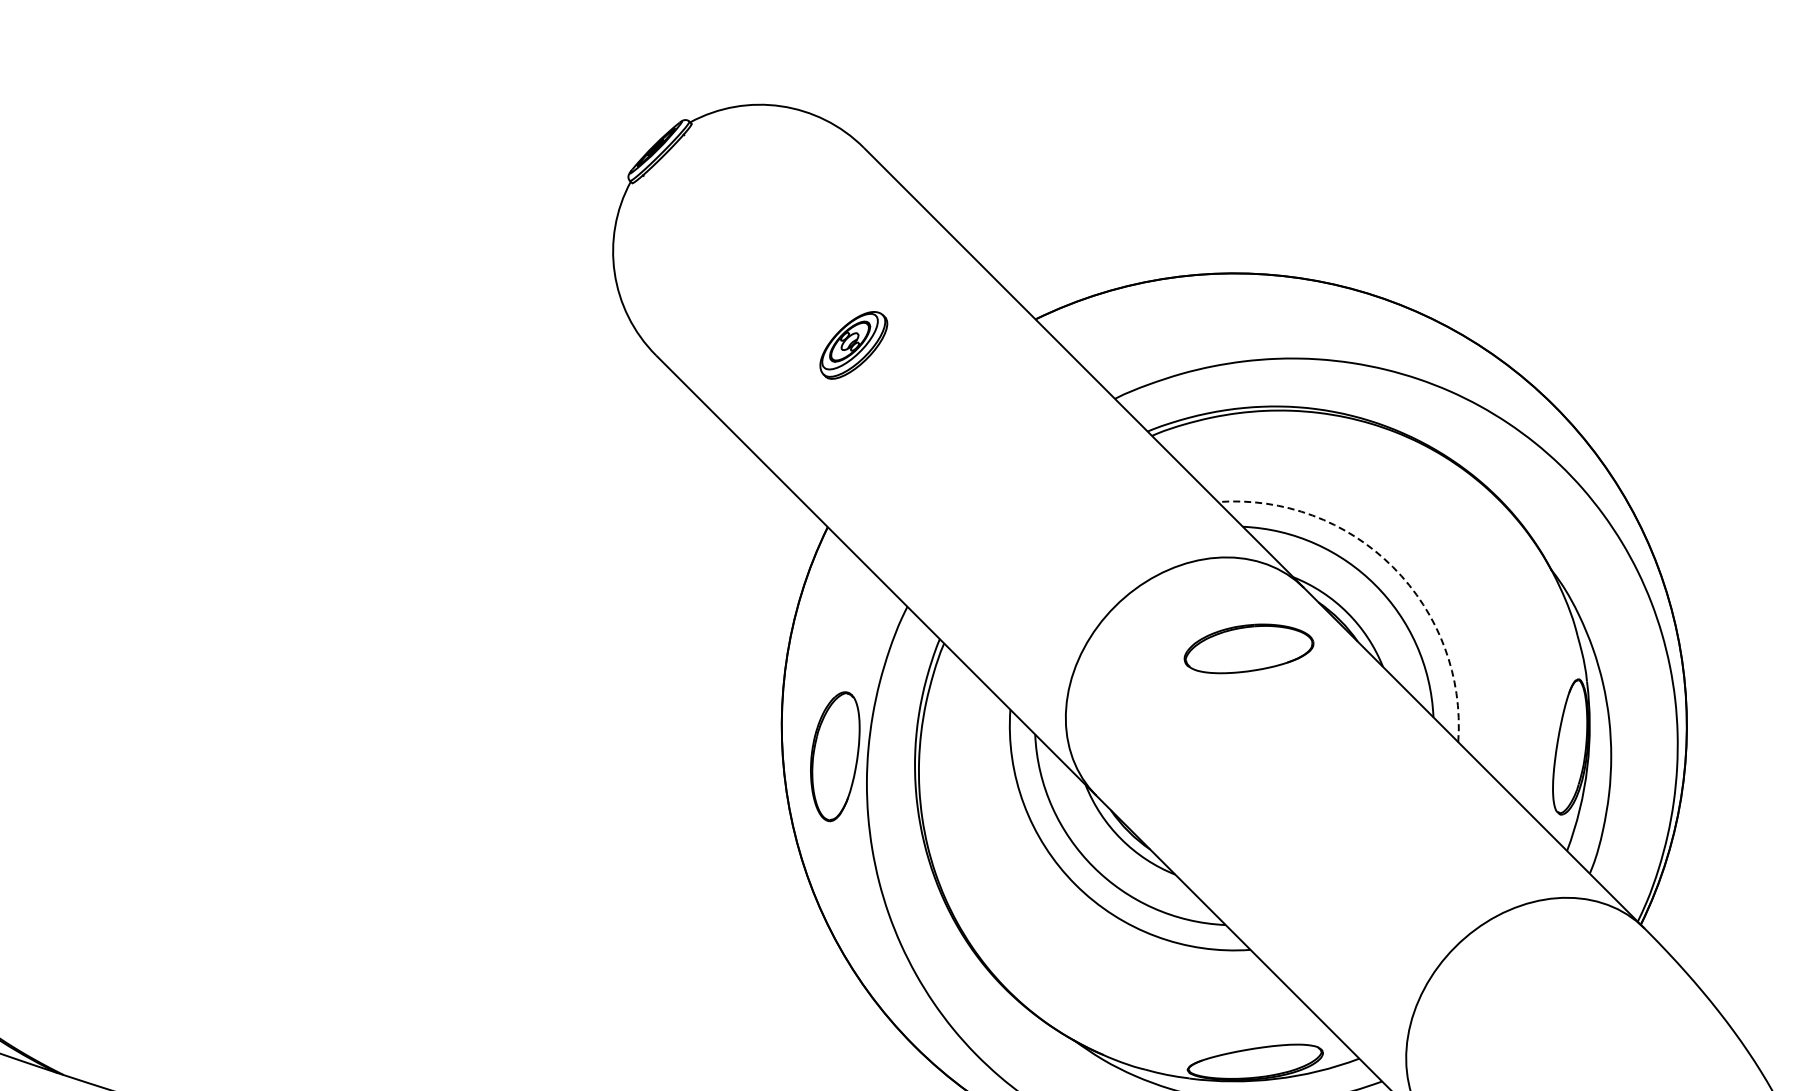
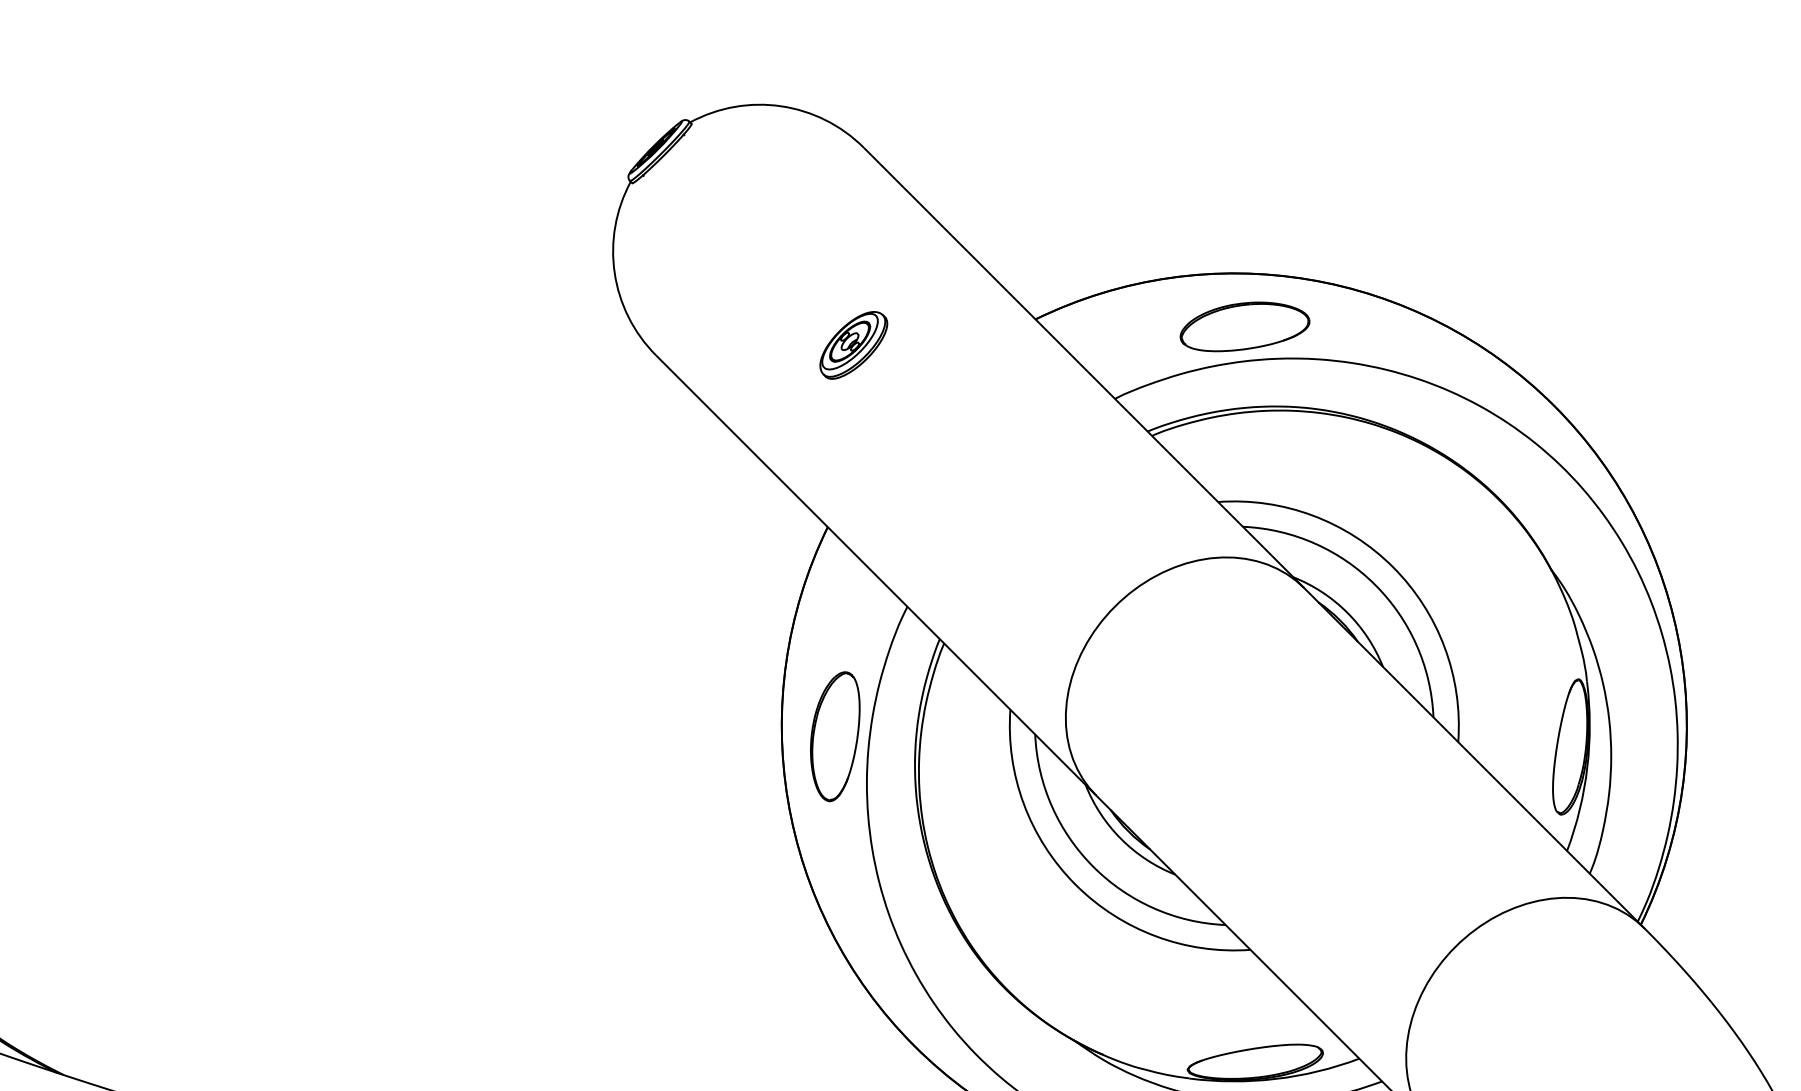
arc at (1393, 567): dashed -> solid
part at (1248, 648) position: (1248, 648) -> (1244, 326)
part at (835, 756) position: (835, 756) -> (835, 736)
